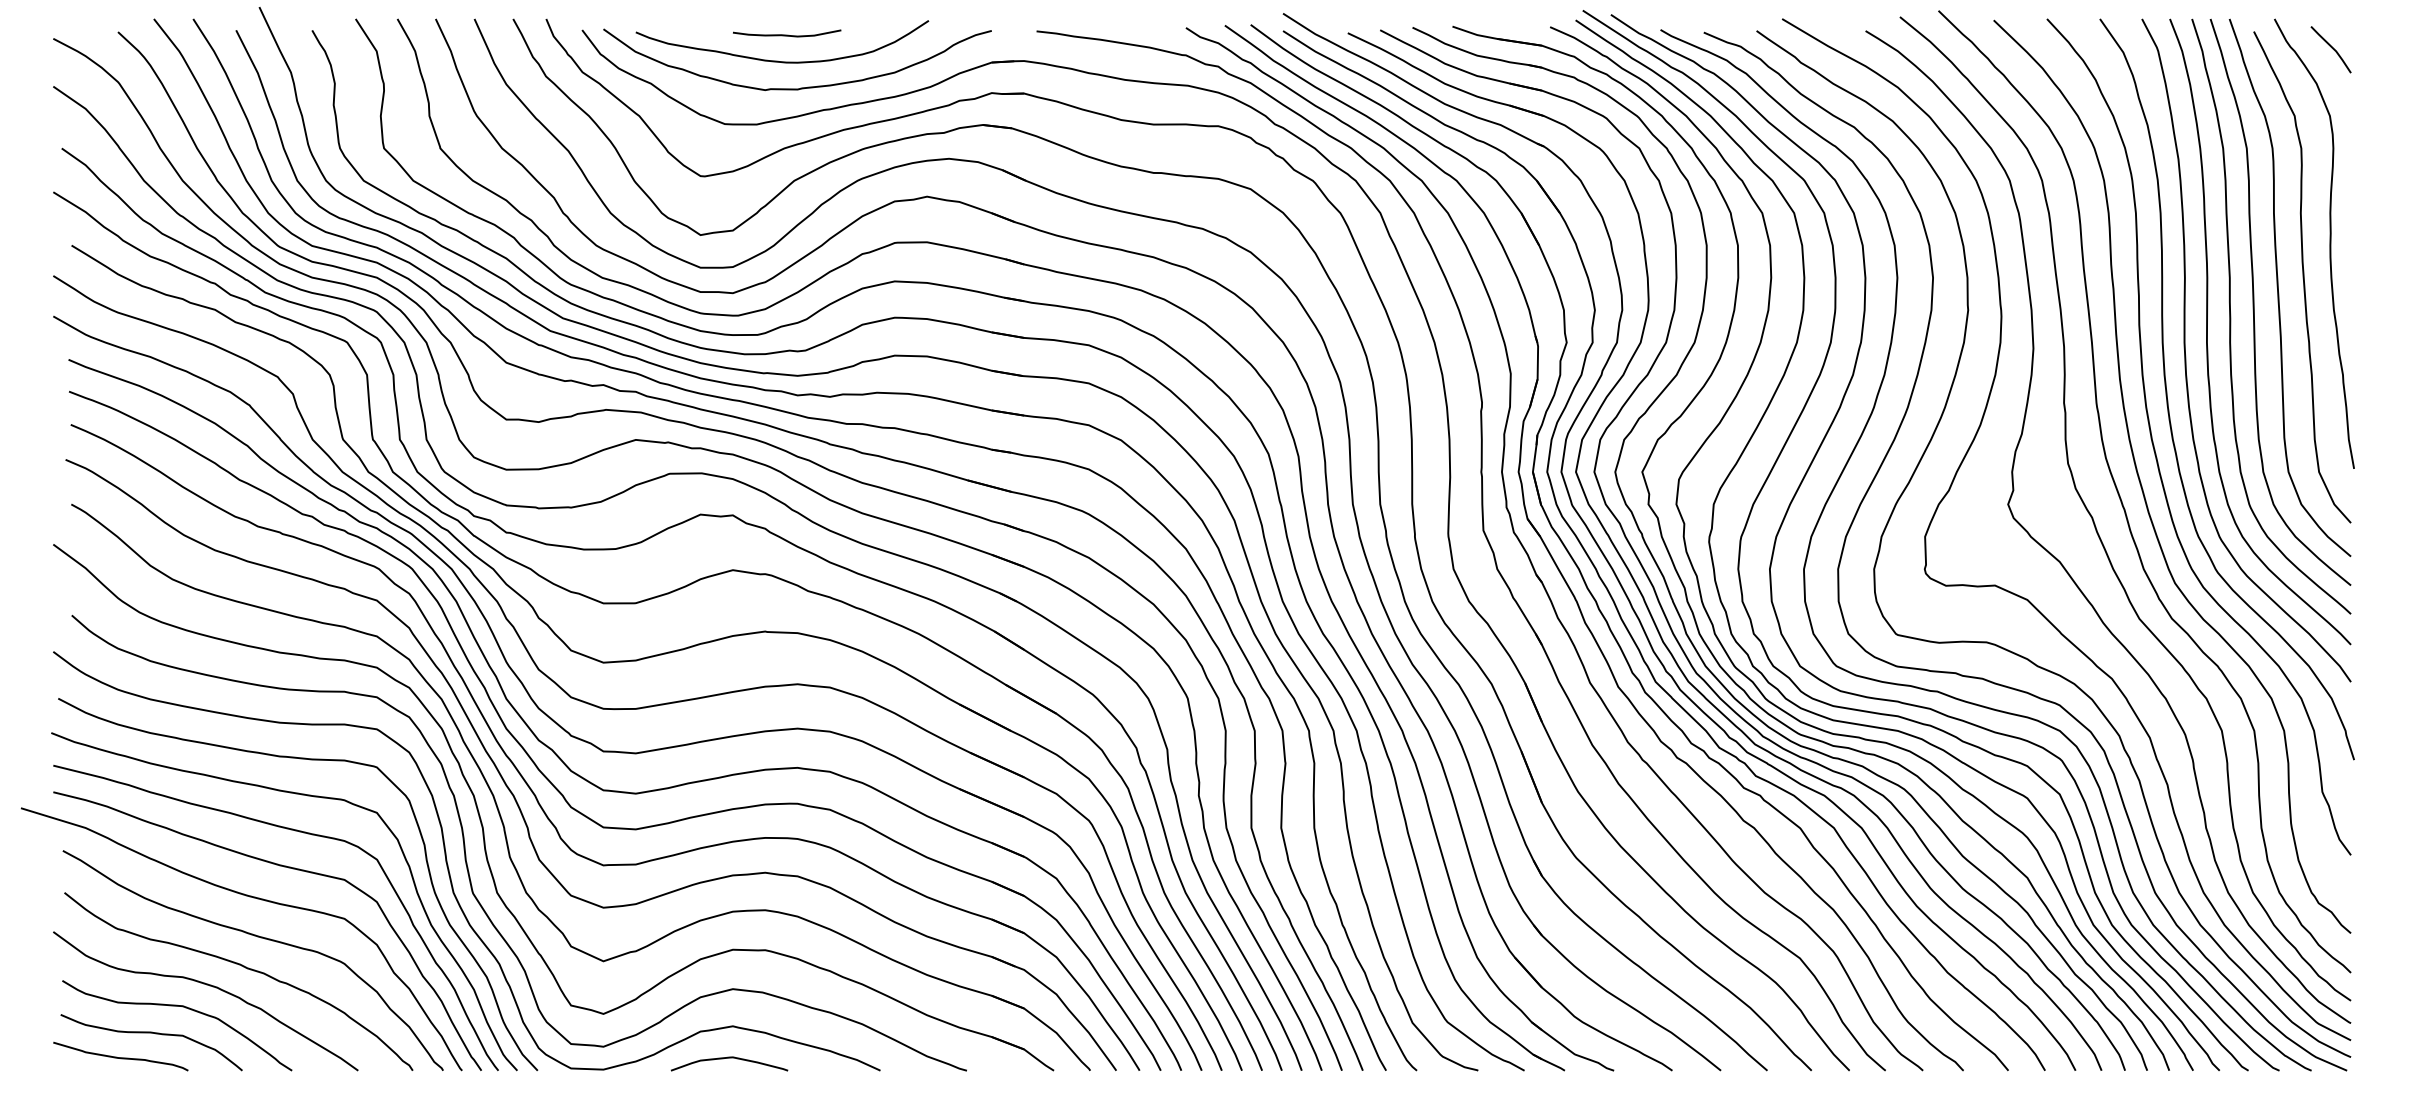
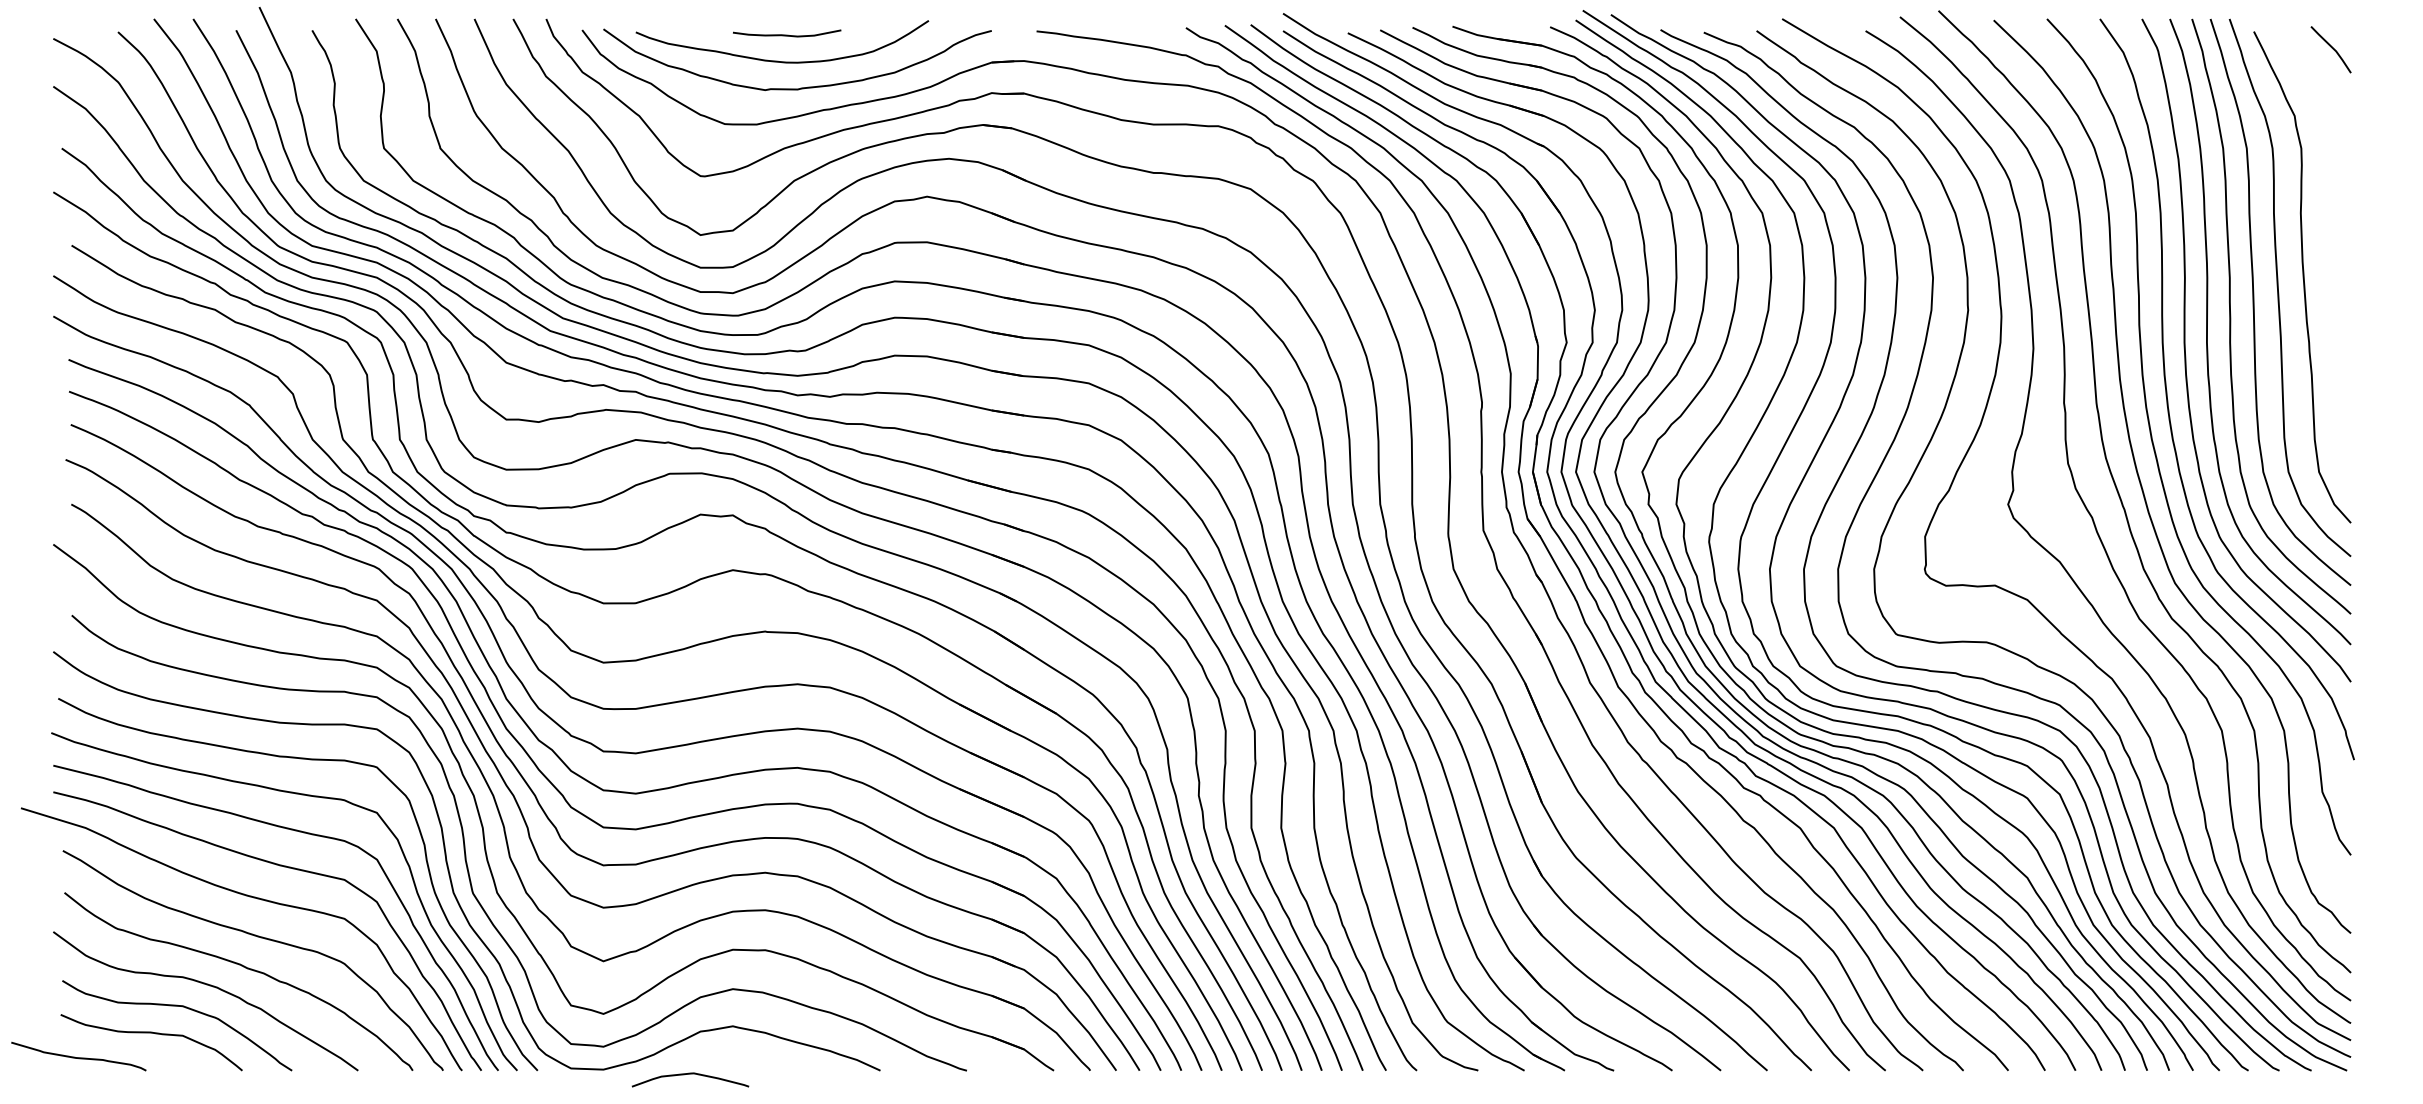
curve at (2329, 243): present -> none
curve at (120, 1057) position: (120, 1057) -> (78, 1057)
curve at (729, 1058) position: (729, 1058) -> (690, 1074)
